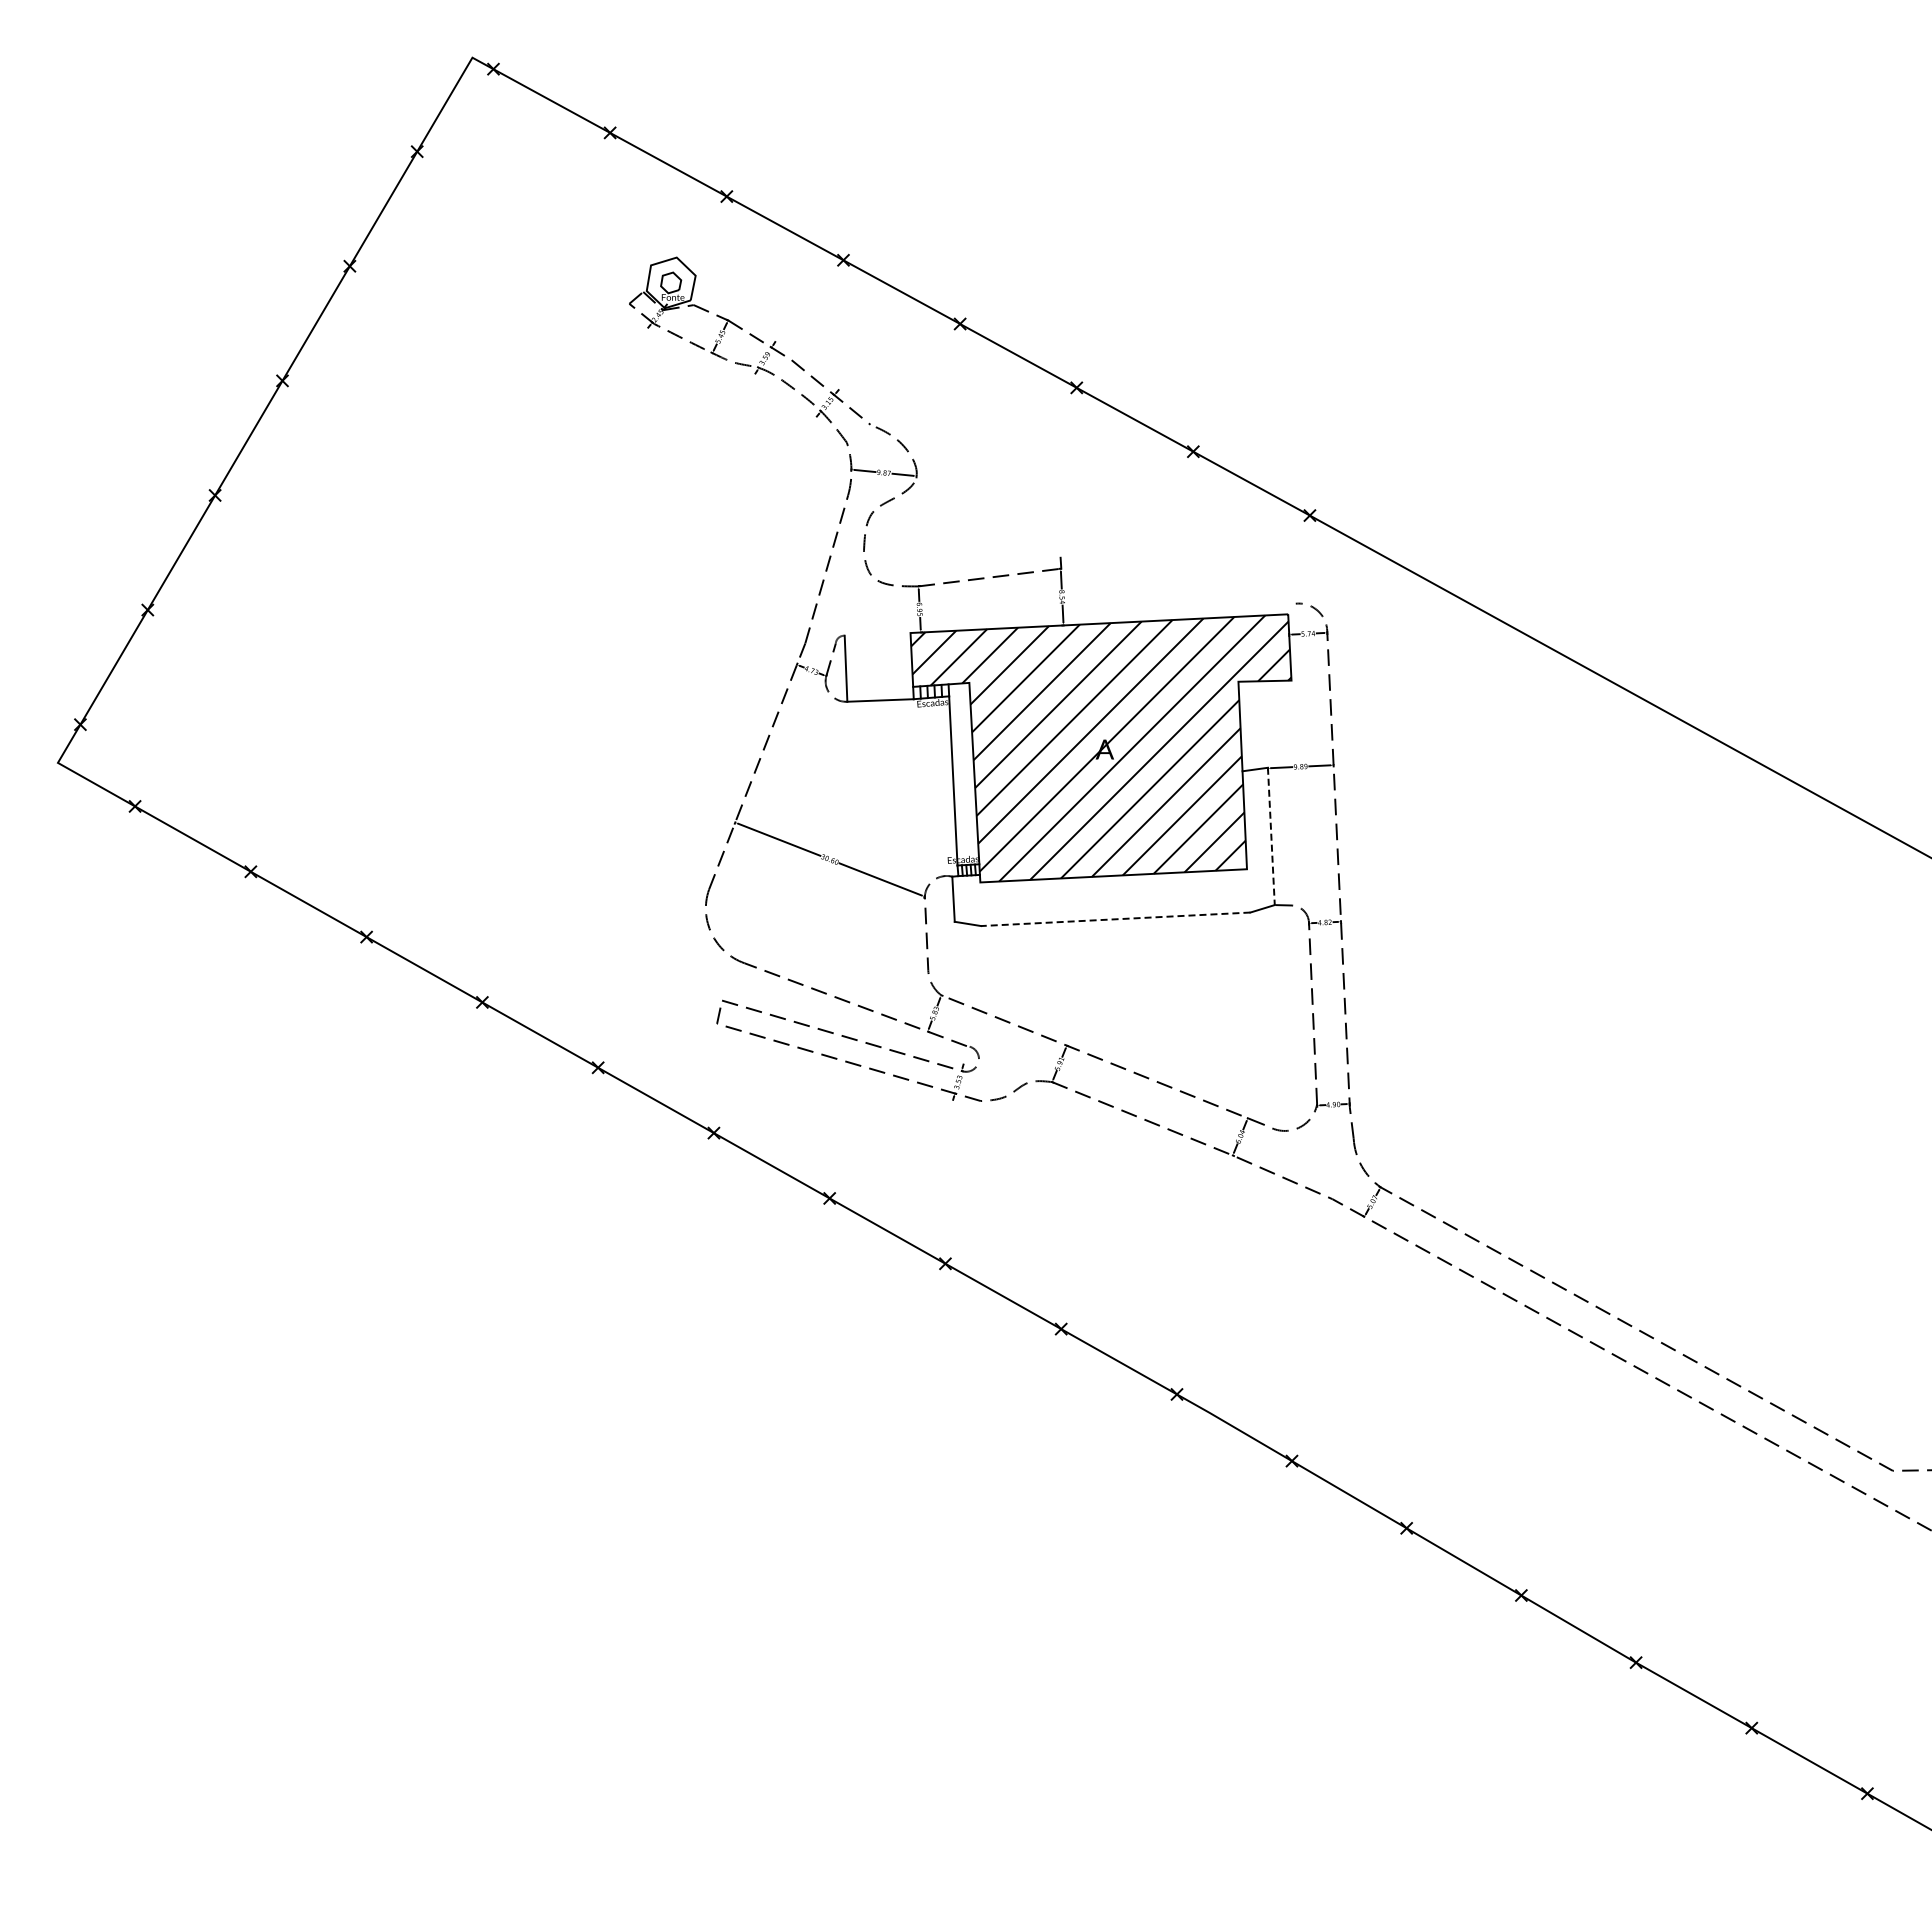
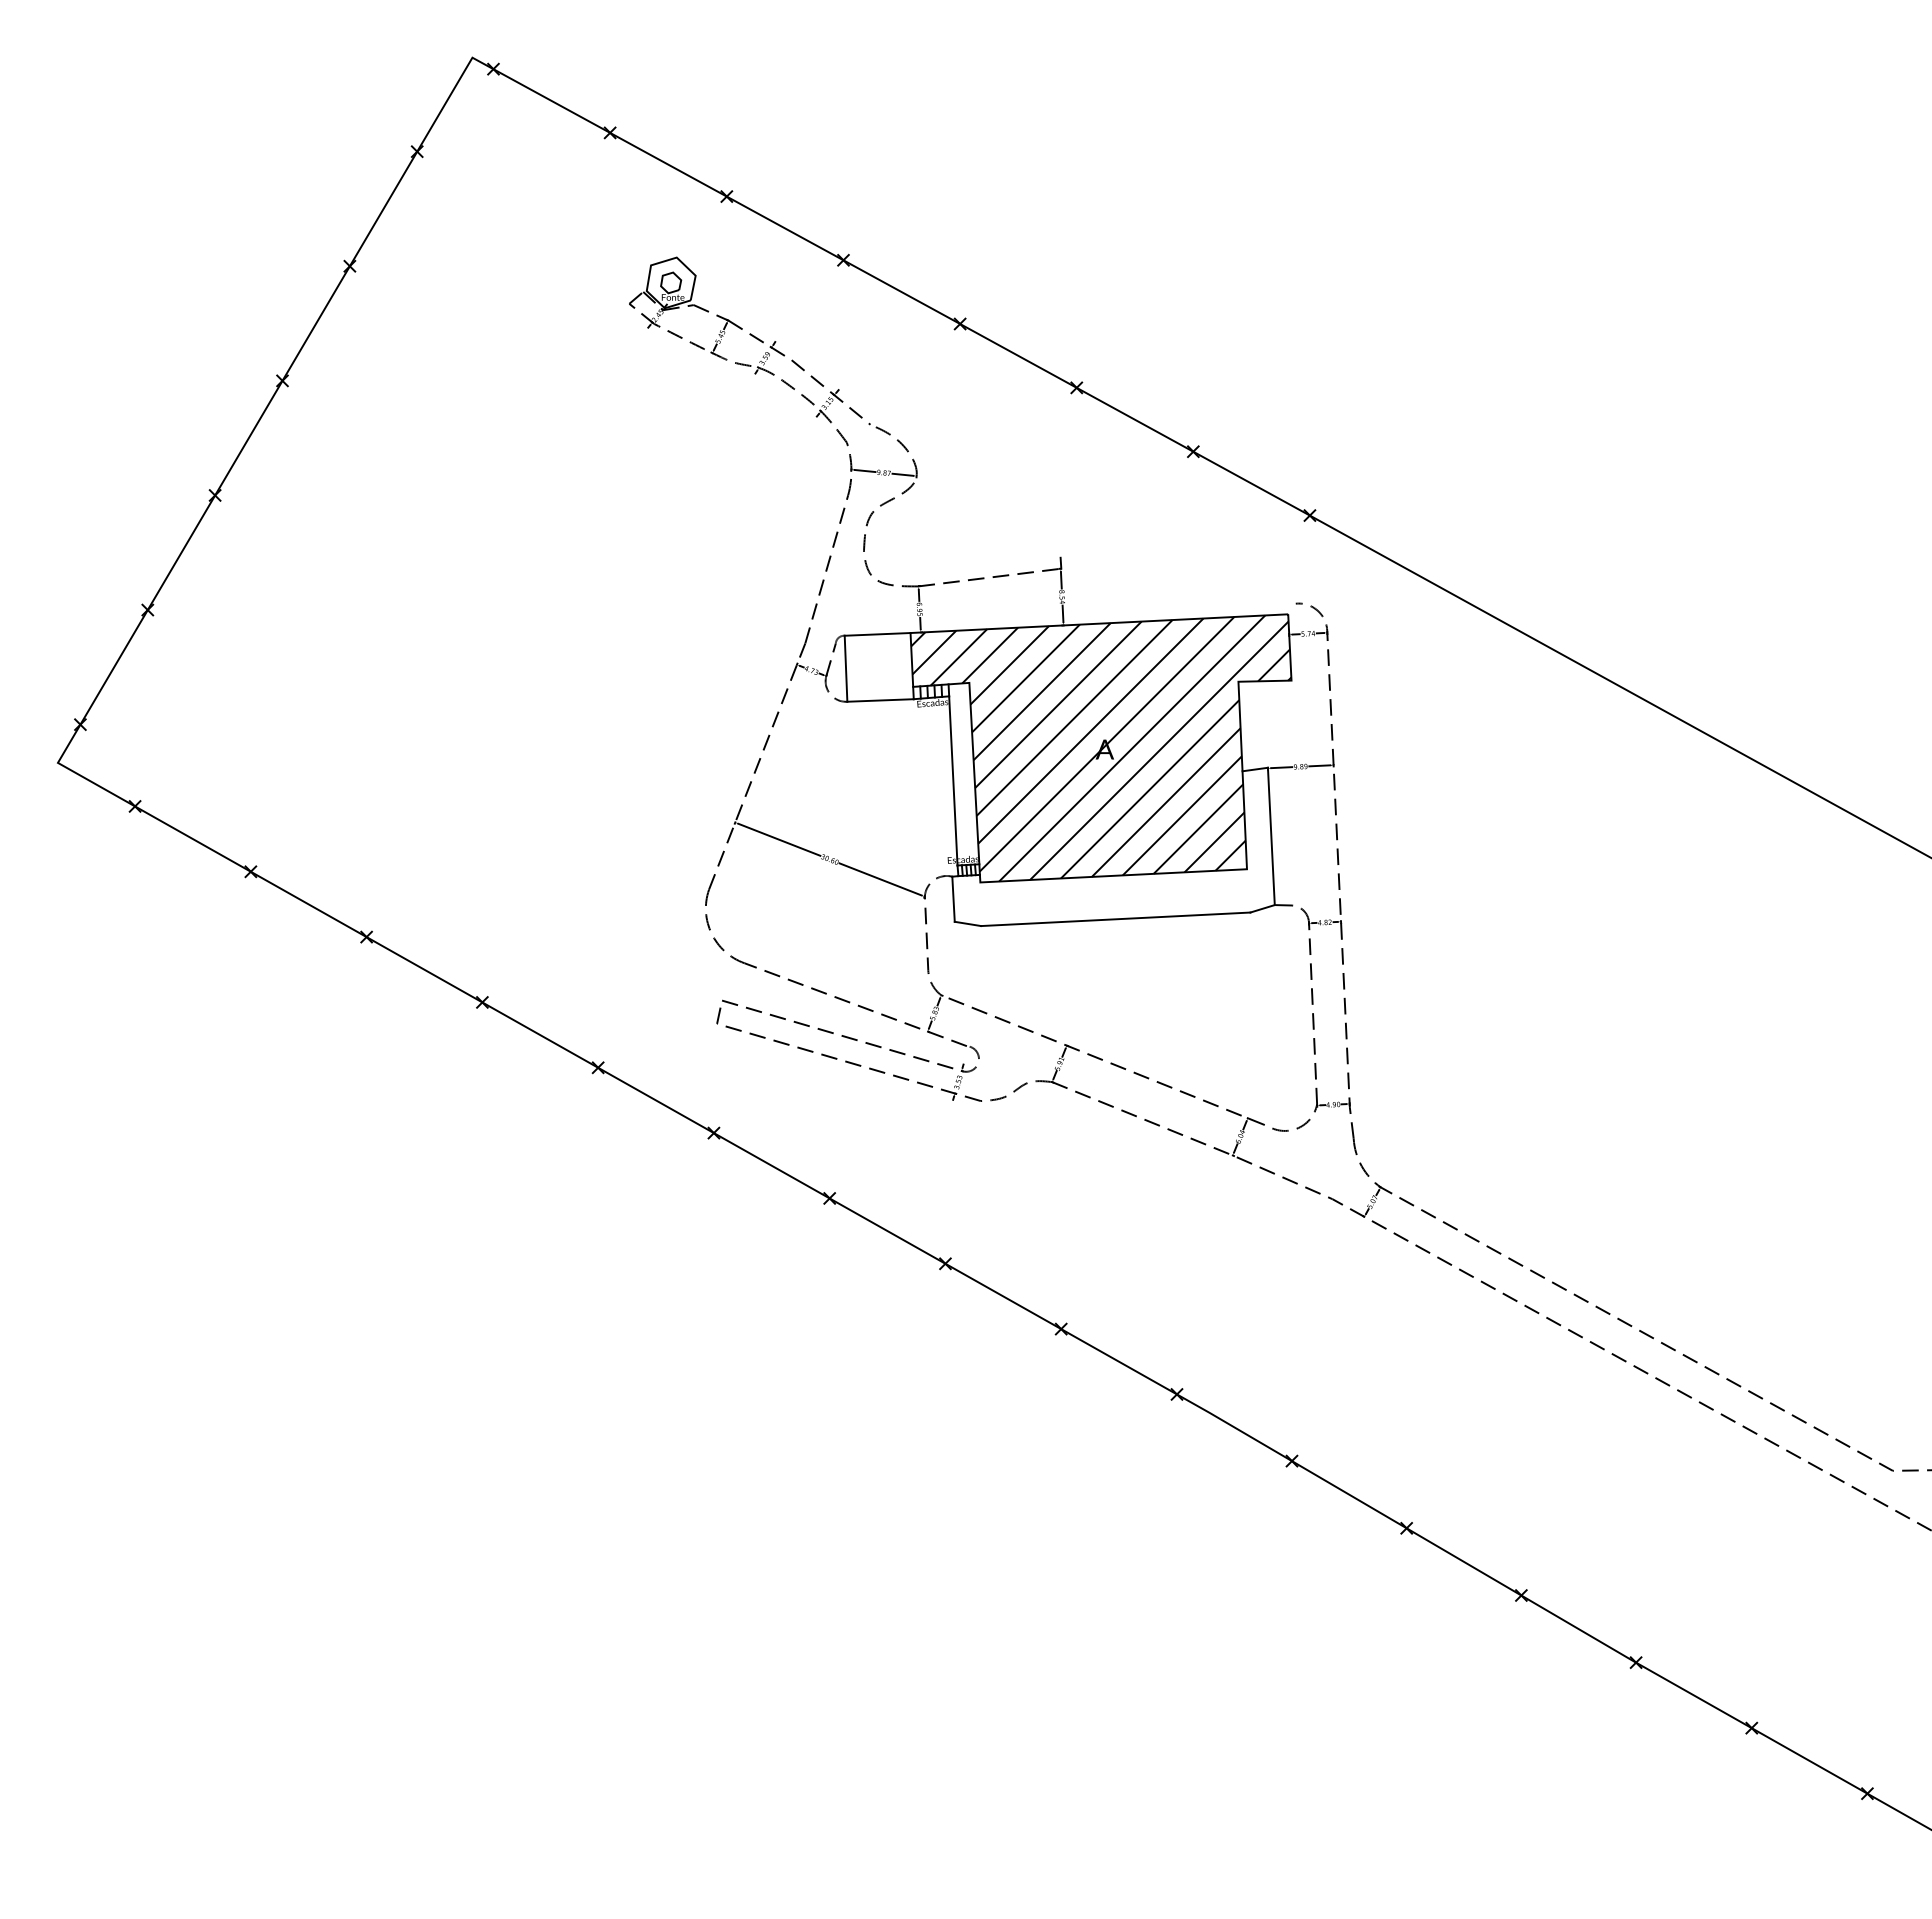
line at (877, 634): none -> present
line at (1271, 836): dashed -> solid
line at (1115, 919): dashed -> solid
